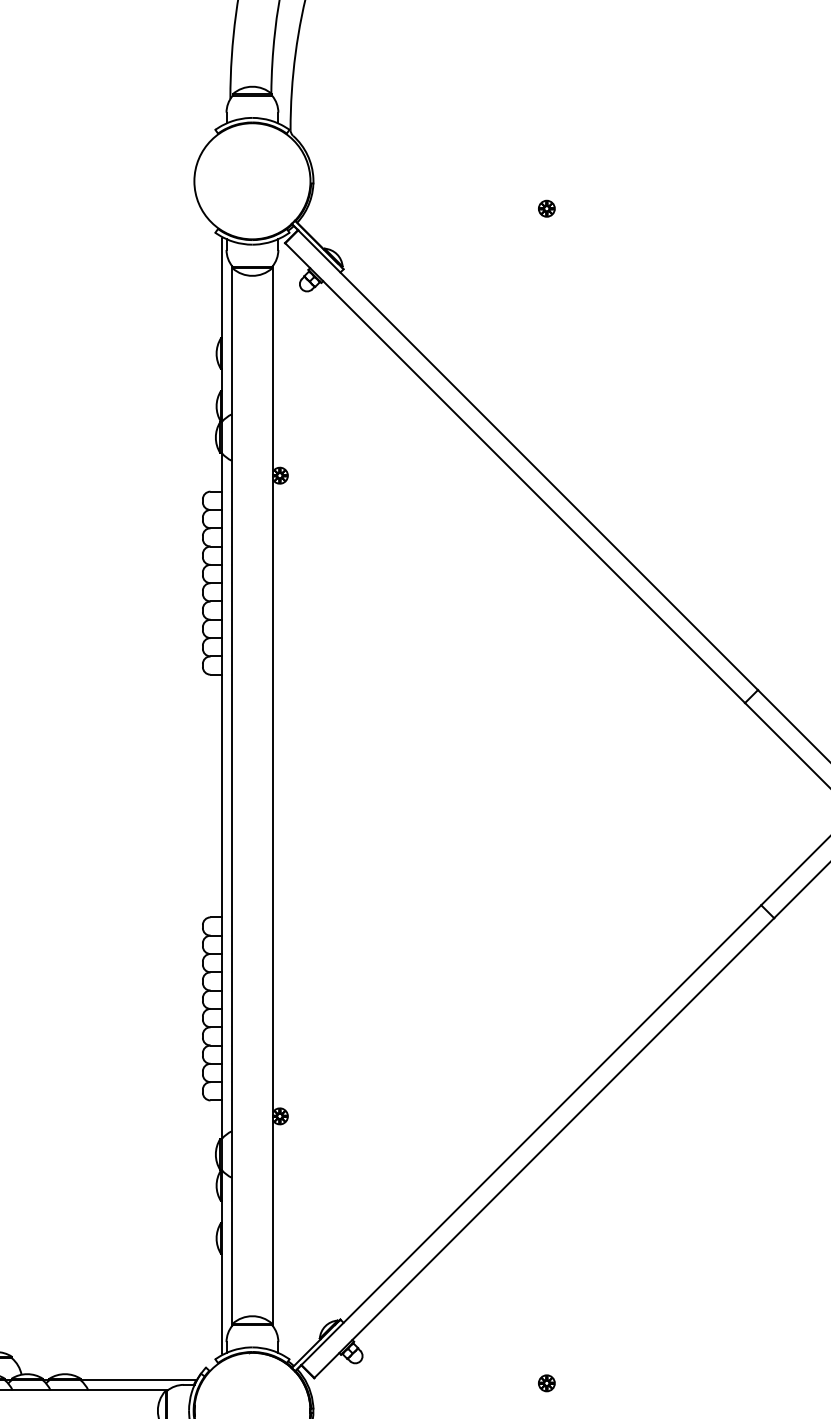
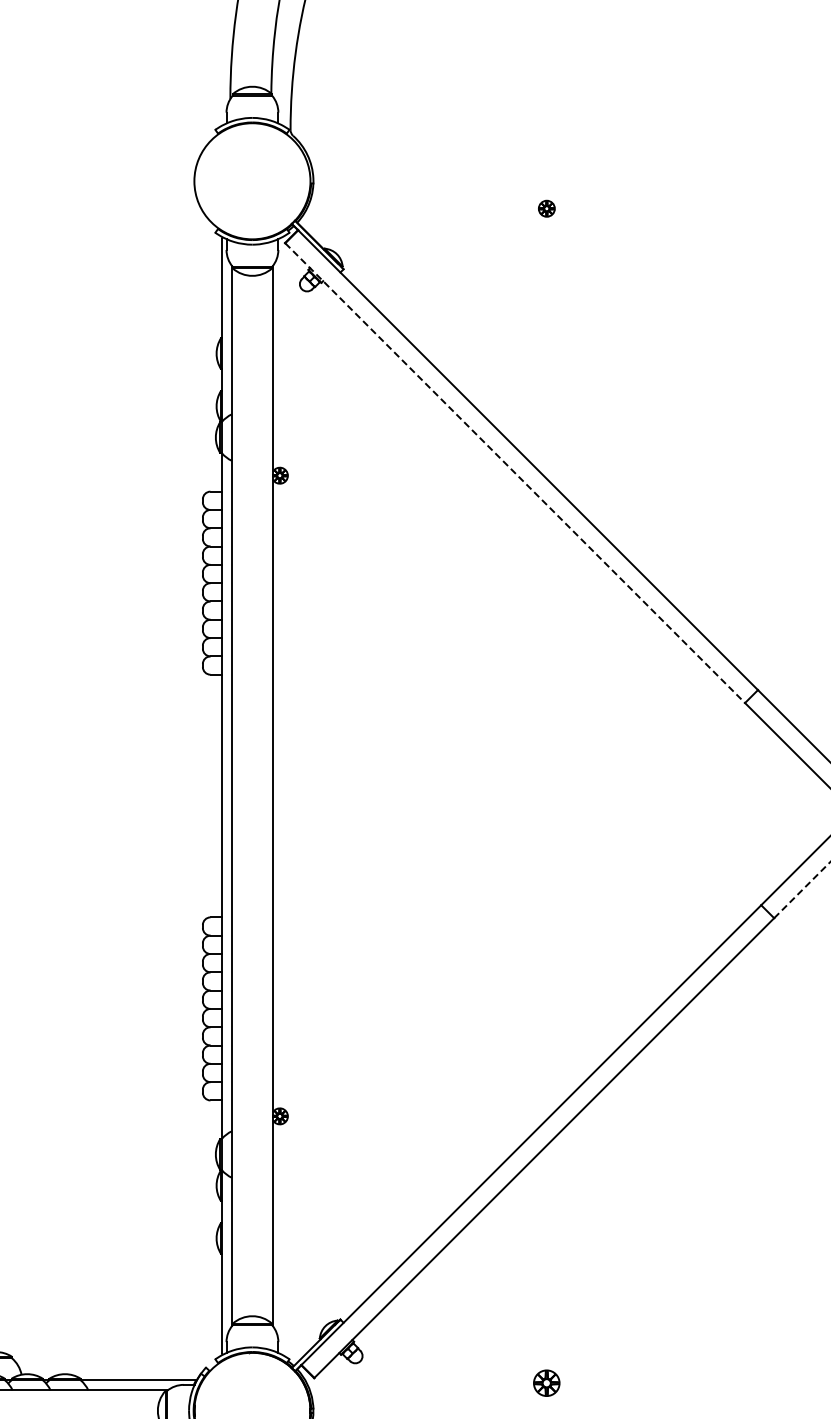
line at (515, 473): solid -> dashed
line at (802, 890): solid -> dashed
part at (546, 1383) size: 18x19 px -> 28x28 px
